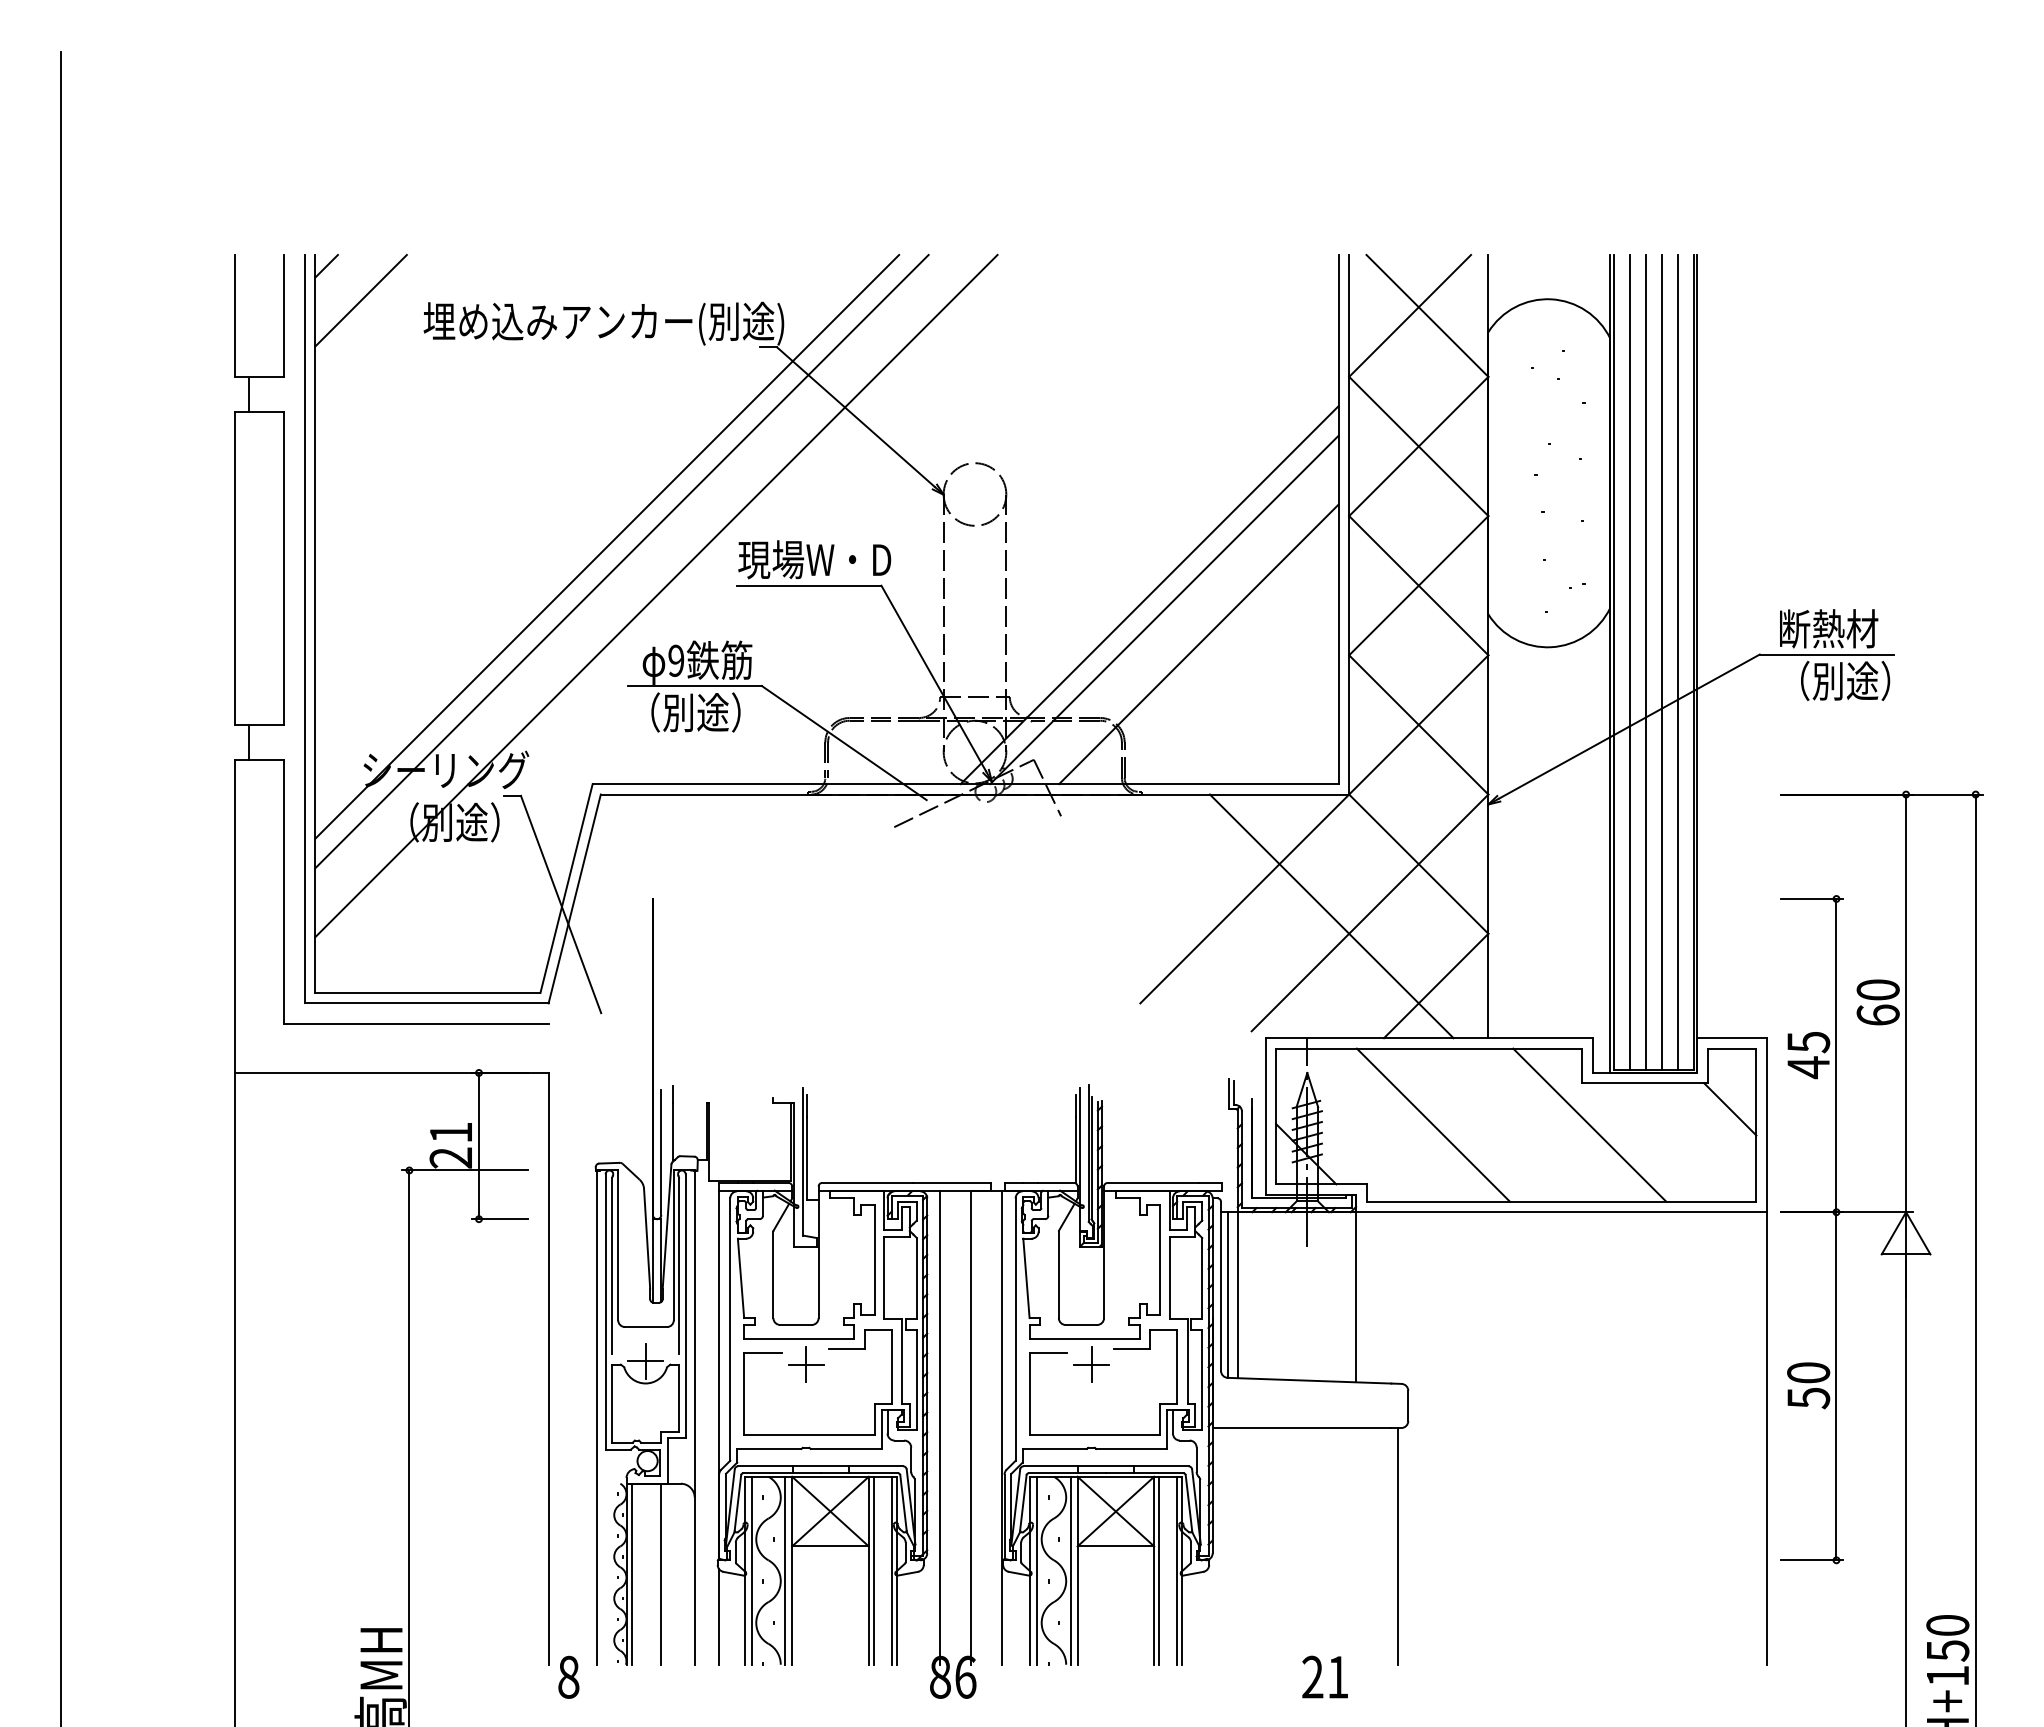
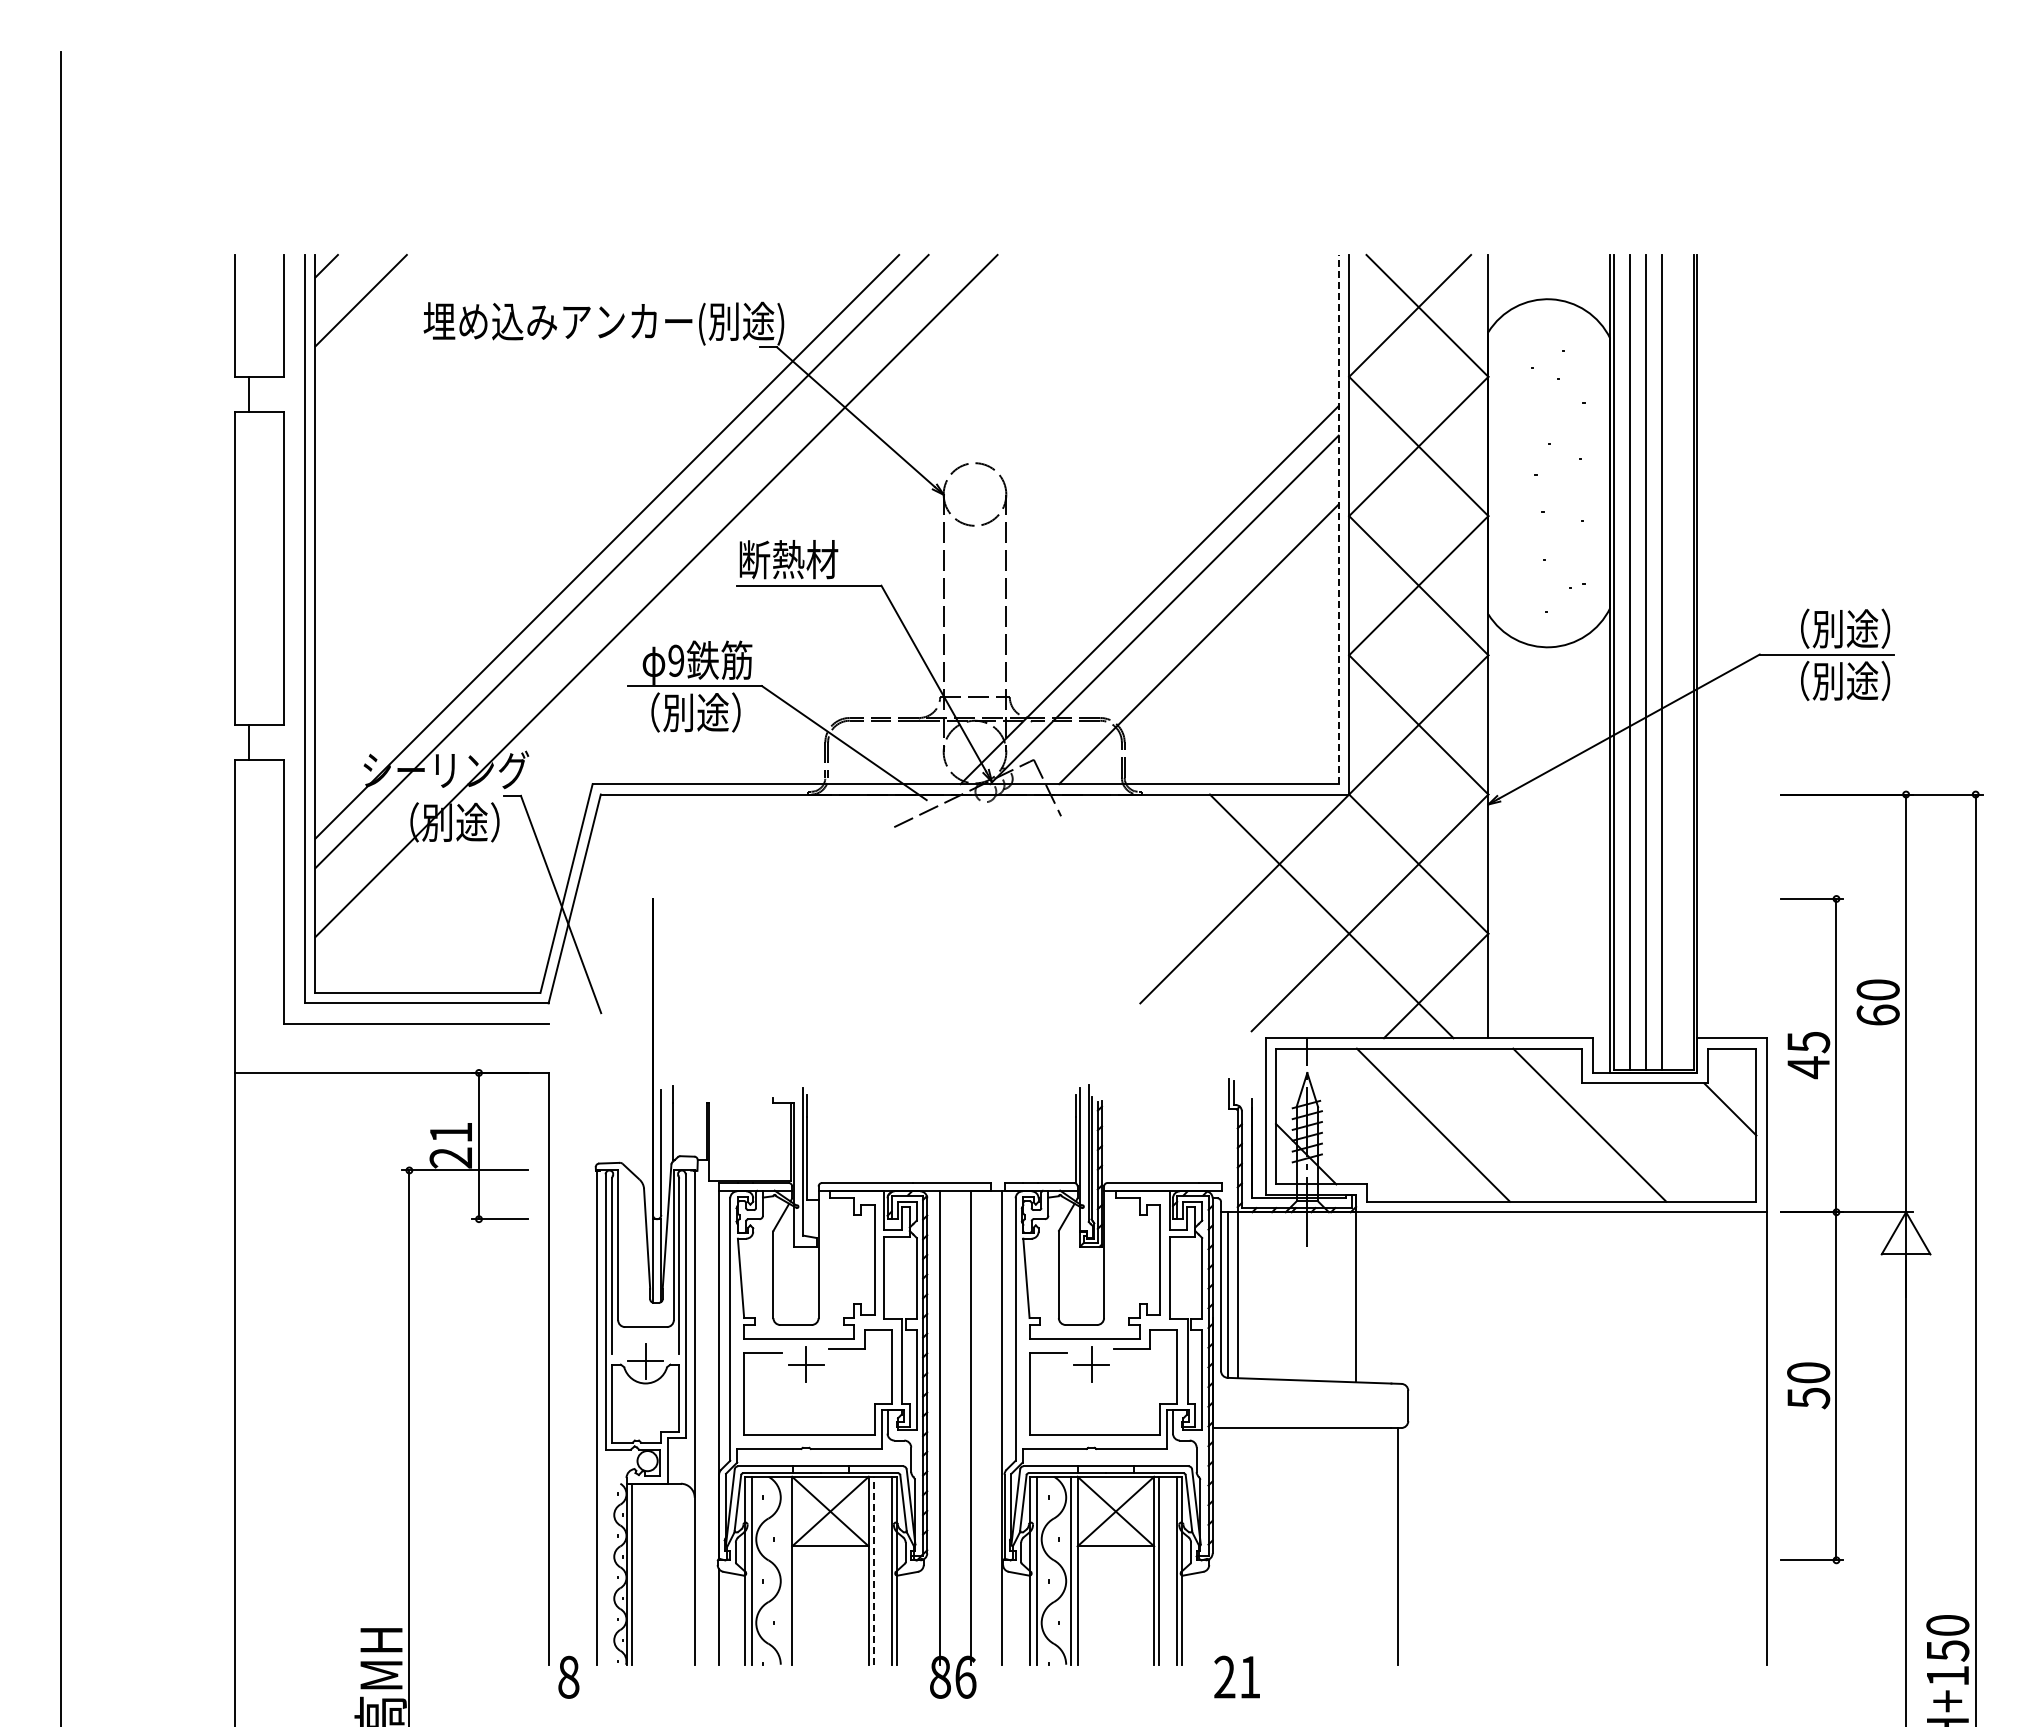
line at (1338, 519): solid -> dashed
text at (814, 559): 現場W・D -> 断熱材
text at (1835, 628): 断熱材 -> （別途）
line at (1677, 661): present -> none
line at (785, 1570): present -> none
line at (873, 1570): solid -> dashed
line at (661, 1573): present -> none
text at (1324, 1676) position: (1324, 1676) -> (1236, 1676)
